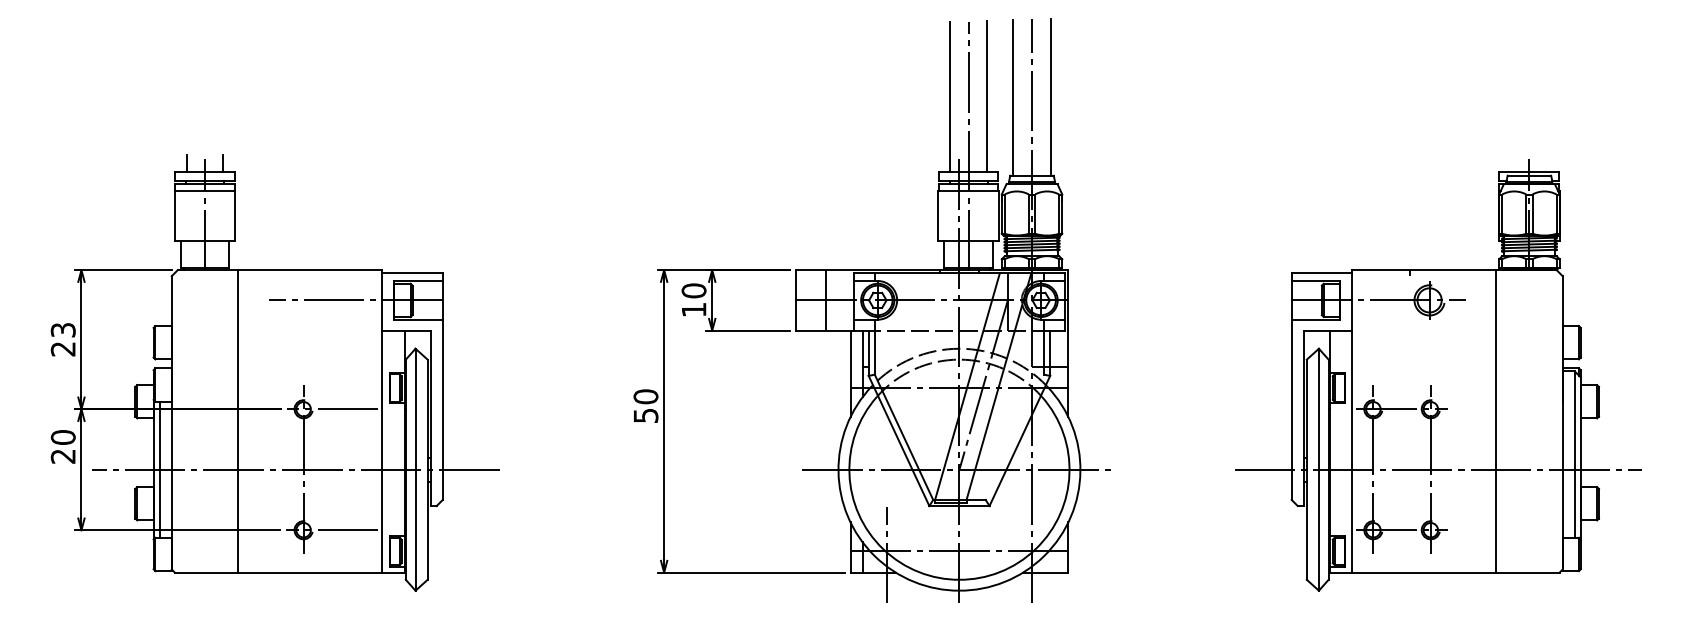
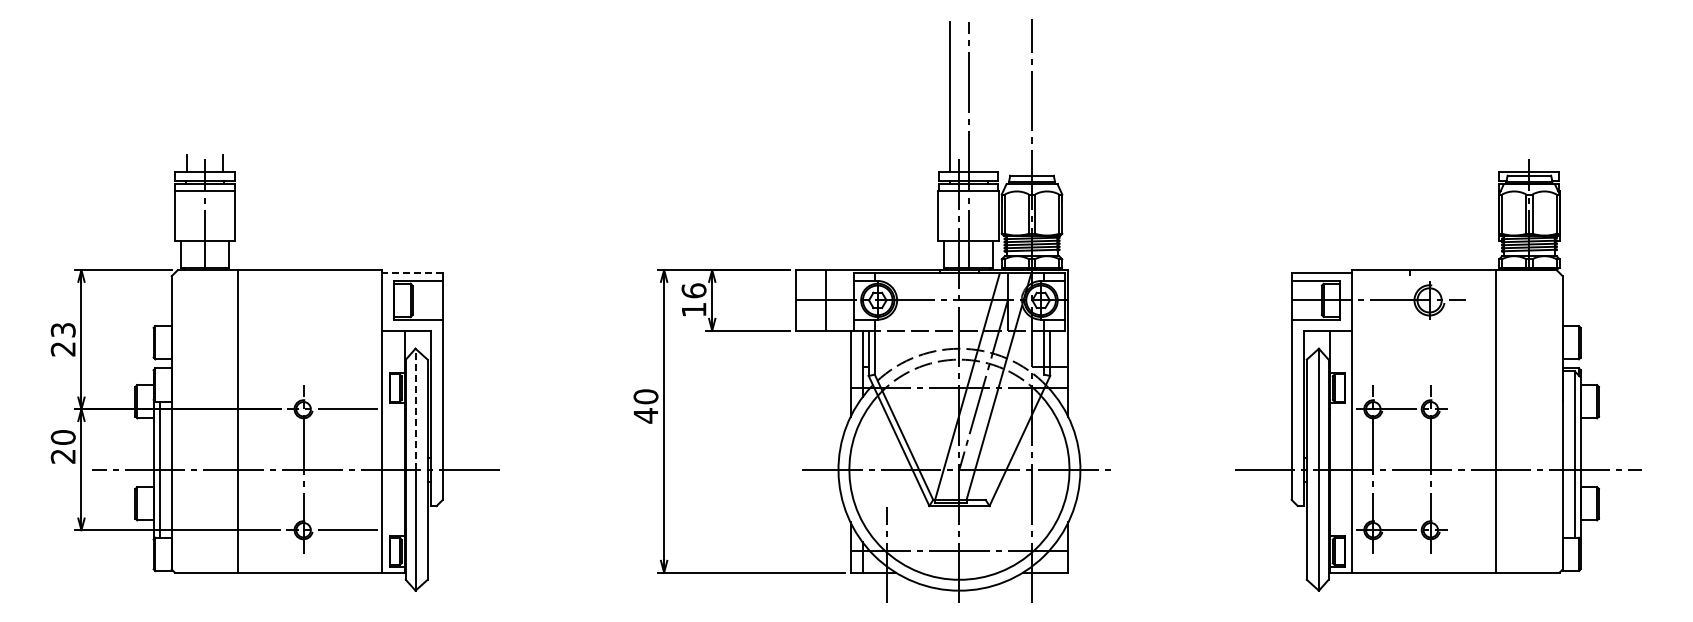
line at (986, 95): present -> none
line at (1050, 96): present -> none
line at (1013, 97): present -> none
line at (412, 273): solid -> dashed
text at (693, 290): 10 -> 16
line at (355, 300): present -> none
line at (415, 408): solid -> dashed
text at (646, 415): 50 -> 40
